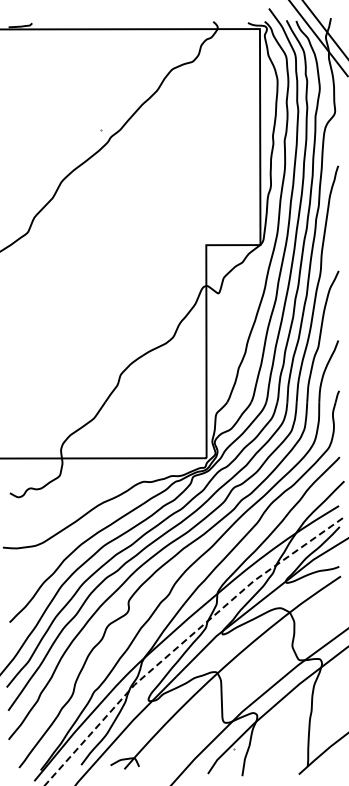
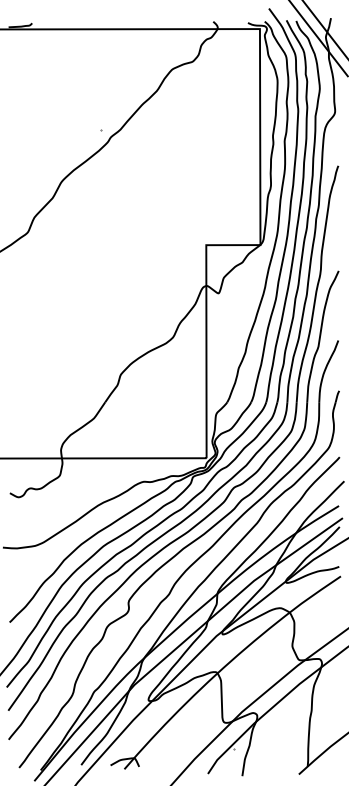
line at (184, 641): dashed -> solid
